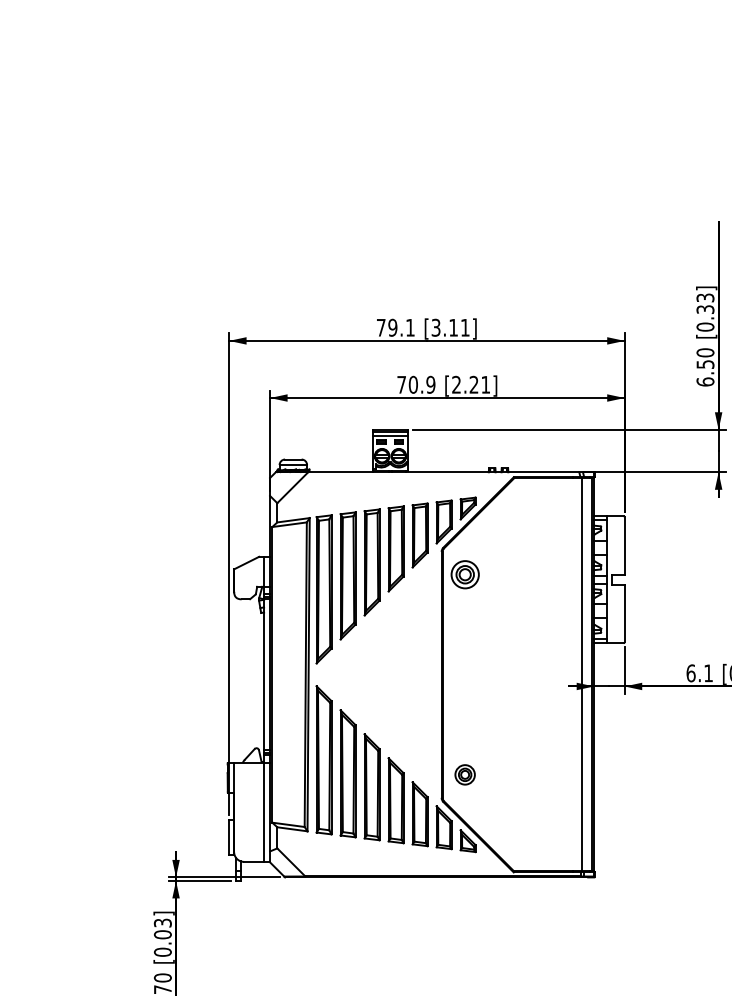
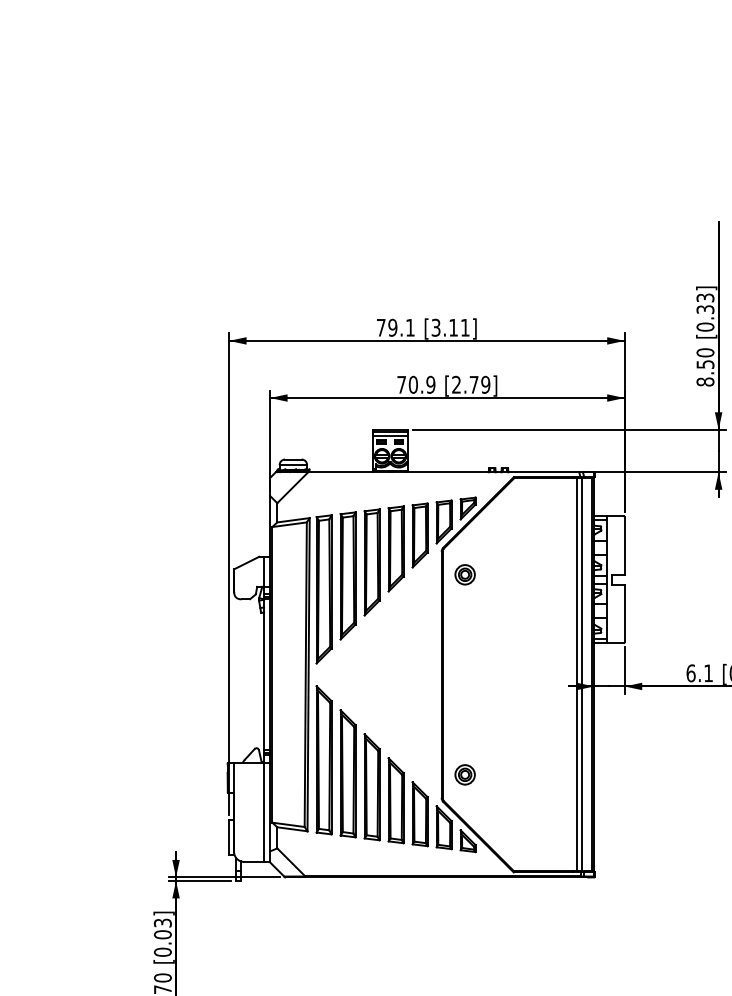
text at (705, 381): 6.50 -> 8.50
text at (479, 384): [2.21] -> [2.79]
part at (464, 574) size: 30x30 px -> 22x22 px
line at (577, 674): none -> present
